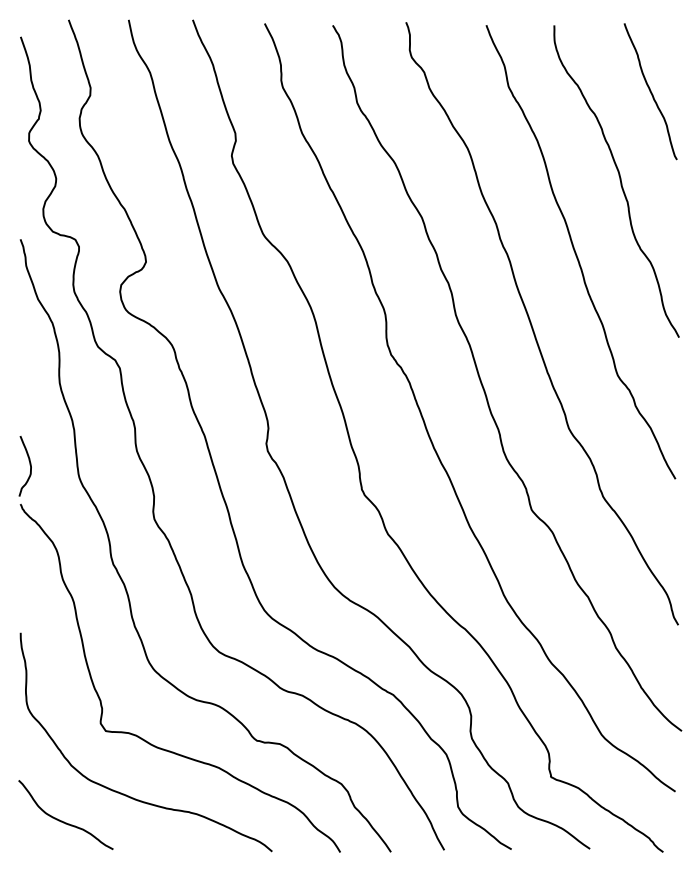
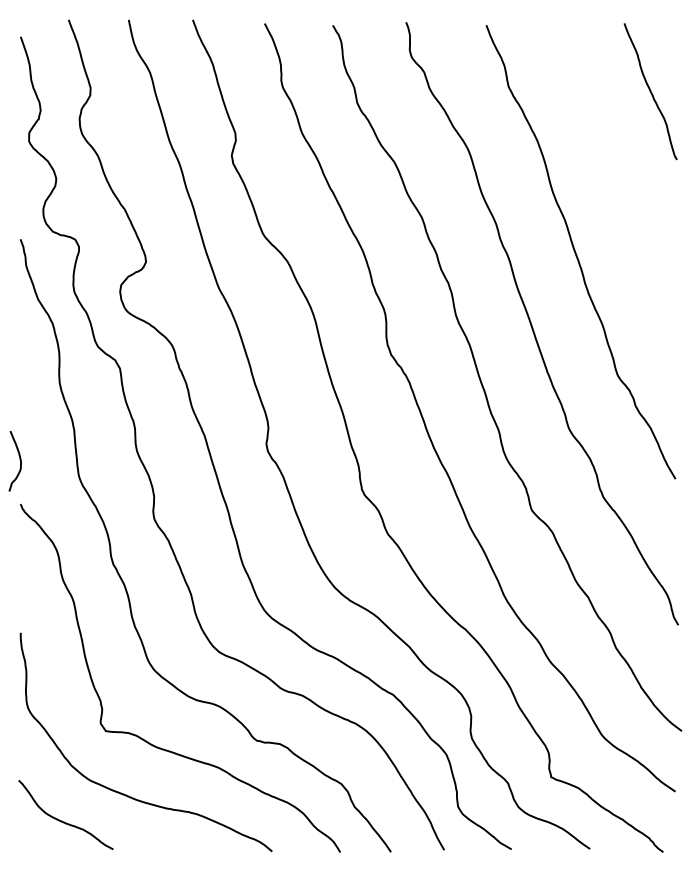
curve at (619, 180): present -> none
curve at (29, 465) position: (29, 465) -> (19, 460)
